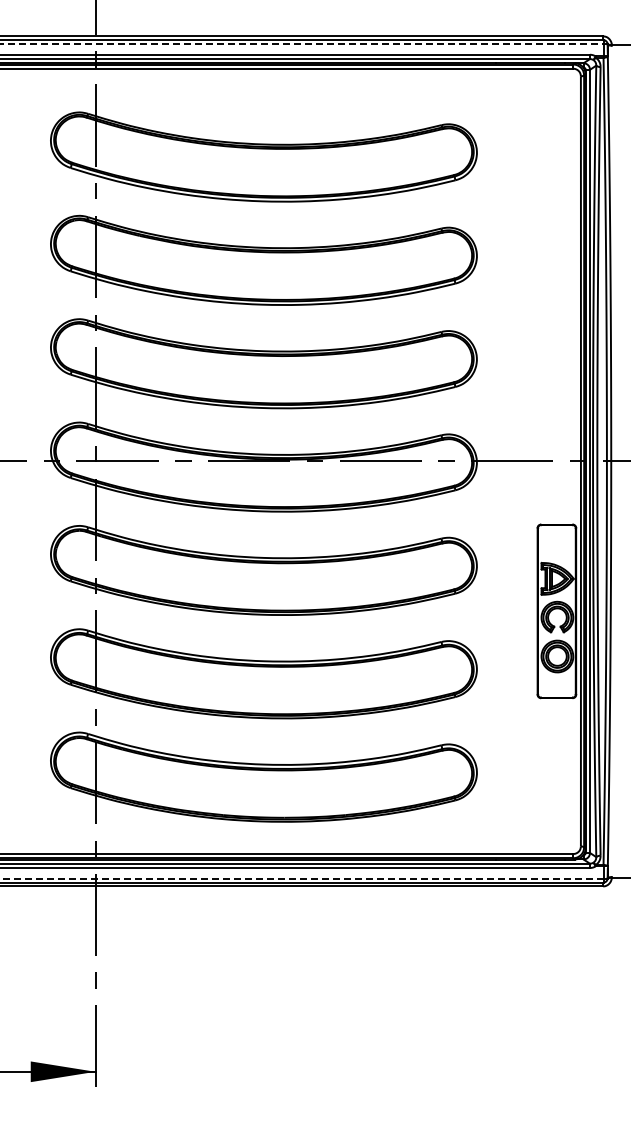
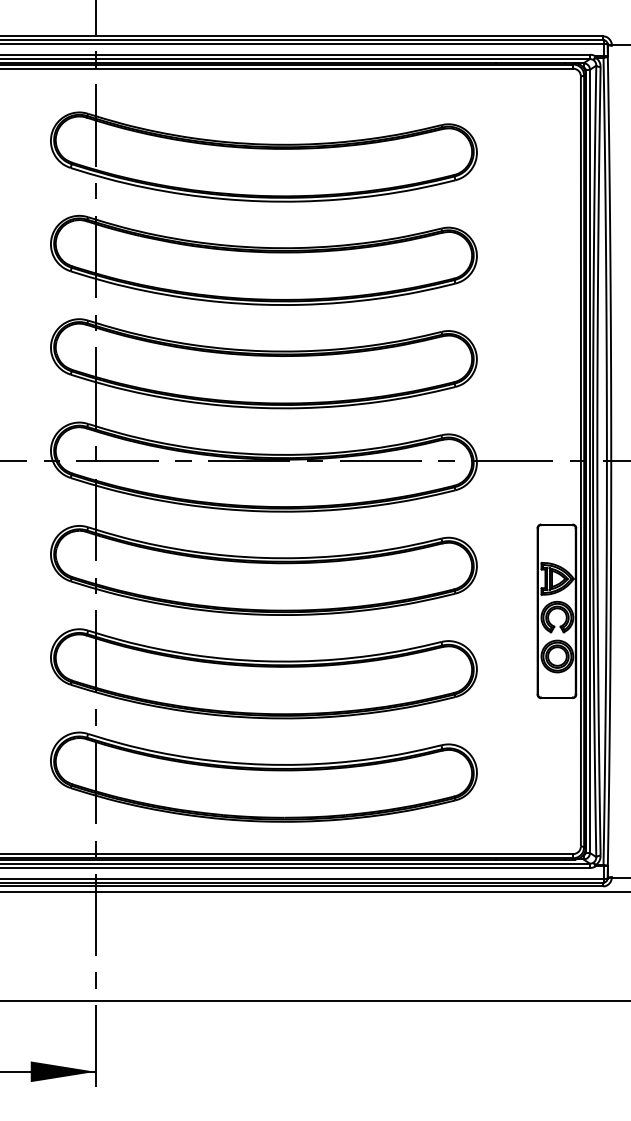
line at (301, 44): dashed -> solid
line at (301, 878): dashed -> solid
line at (314, 891): none -> present
line at (314, 1000): none -> present
